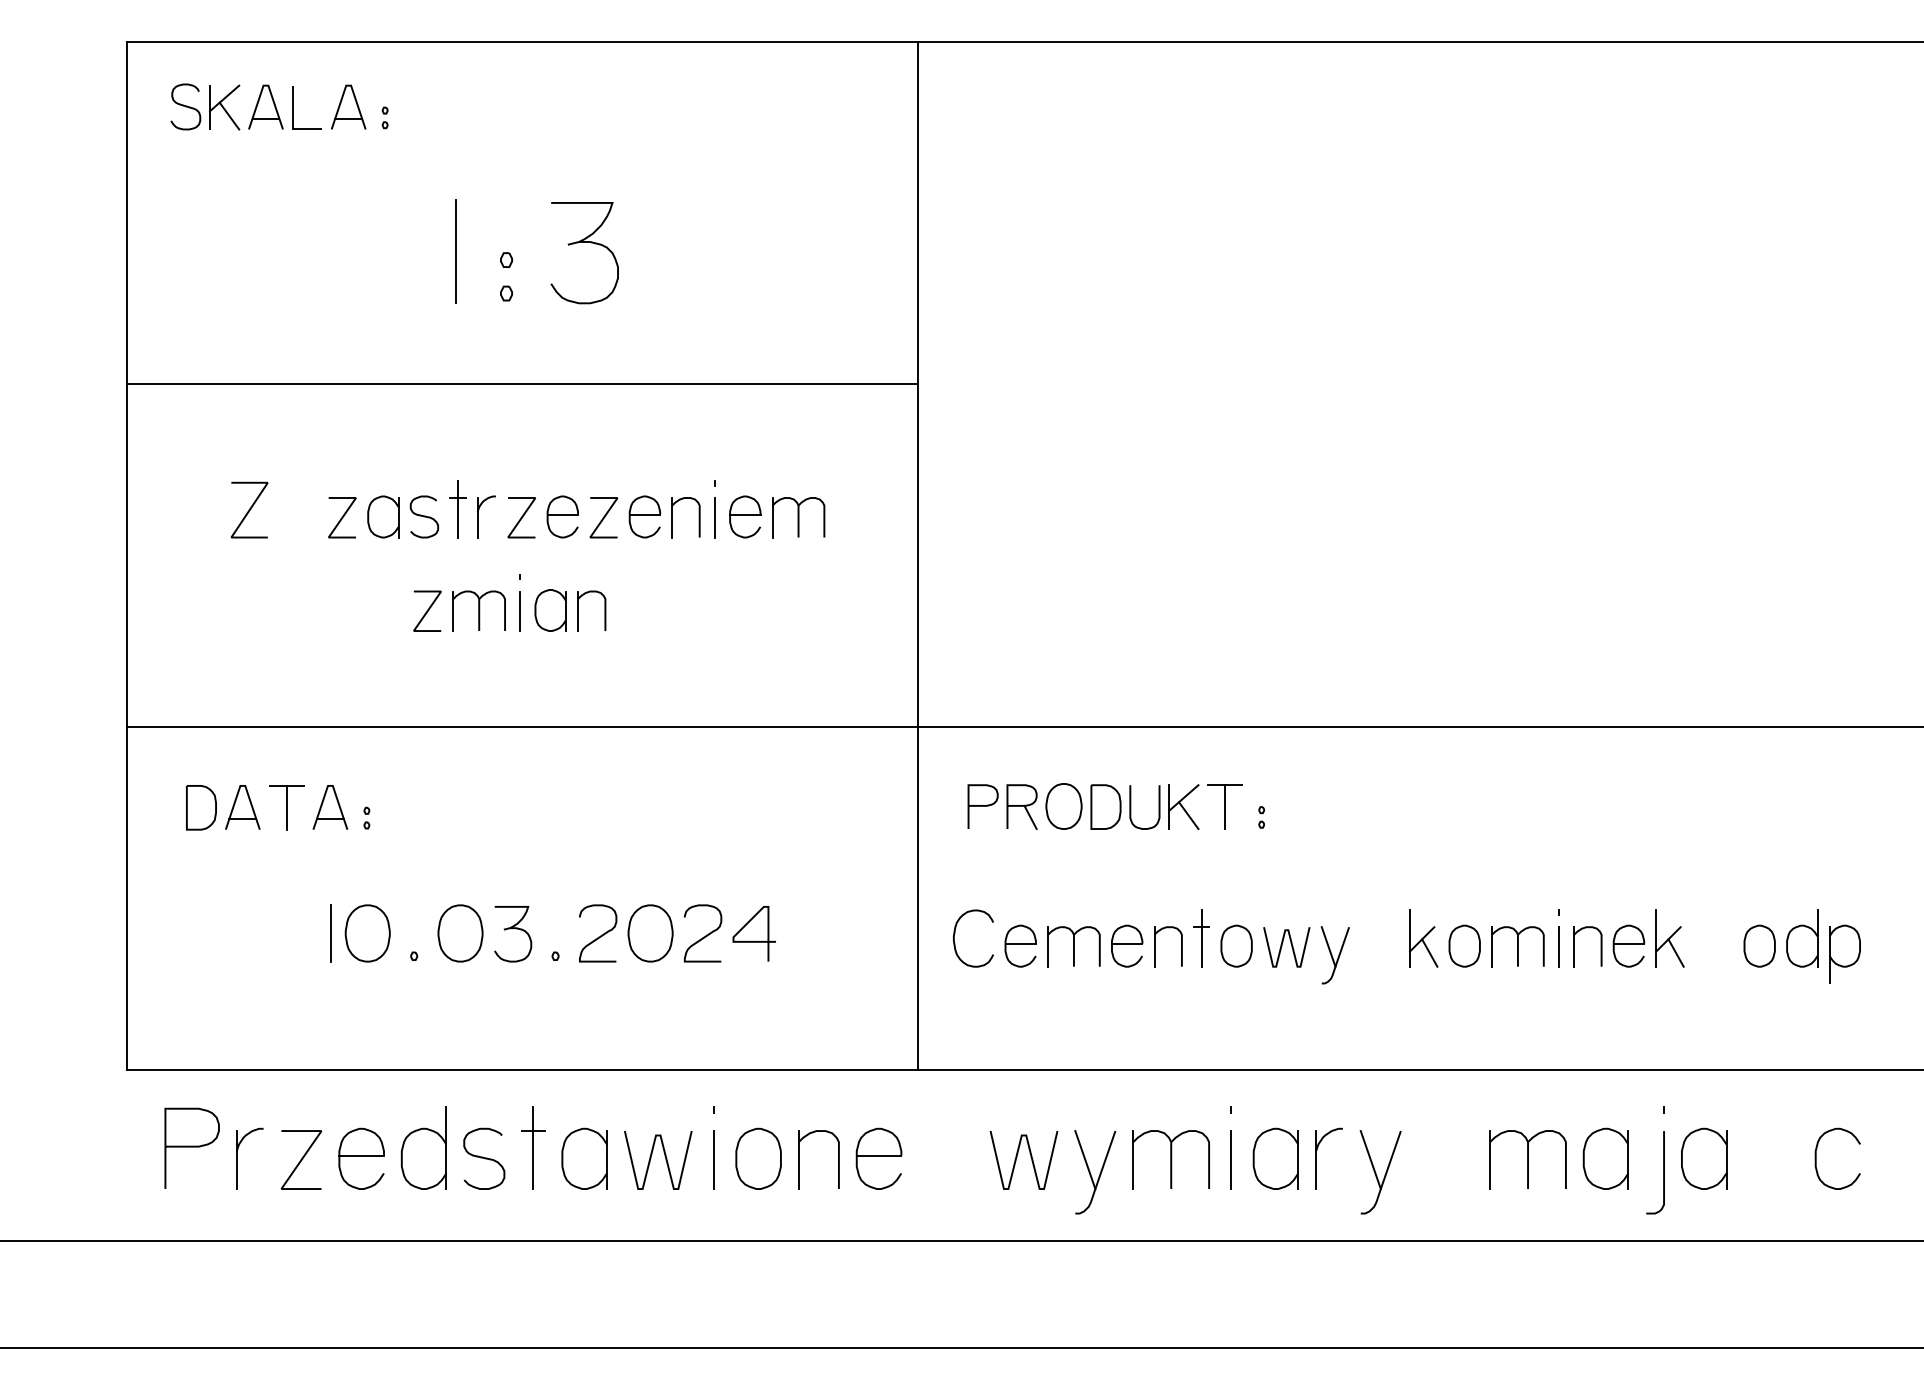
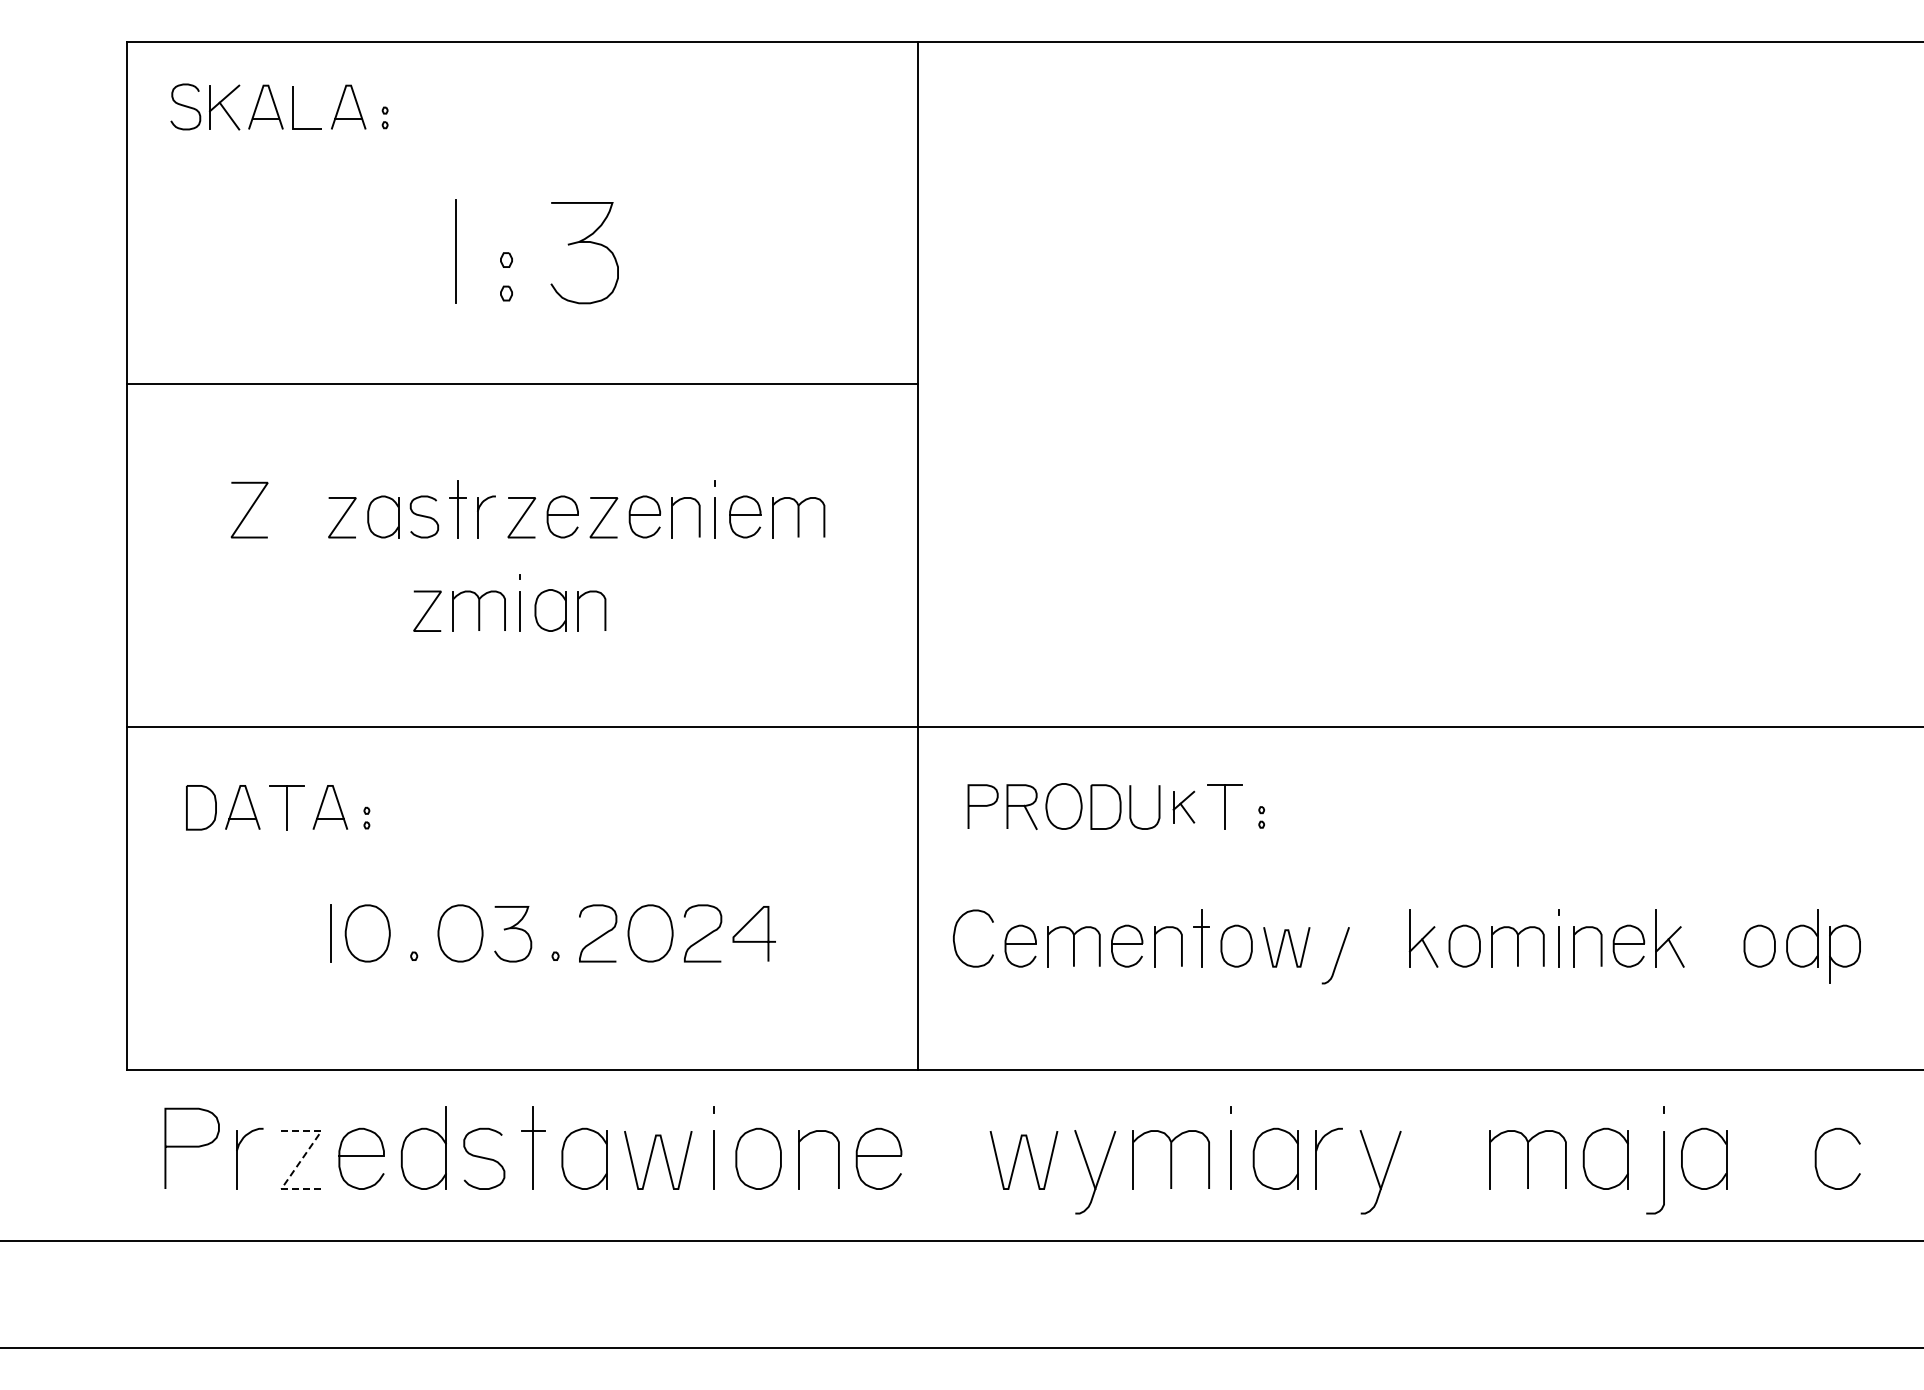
part at (1183, 807) size: 32x47 px -> 24x34 px
line at (1328, 946): present -> none
line at (301, 1160): solid -> dashed
